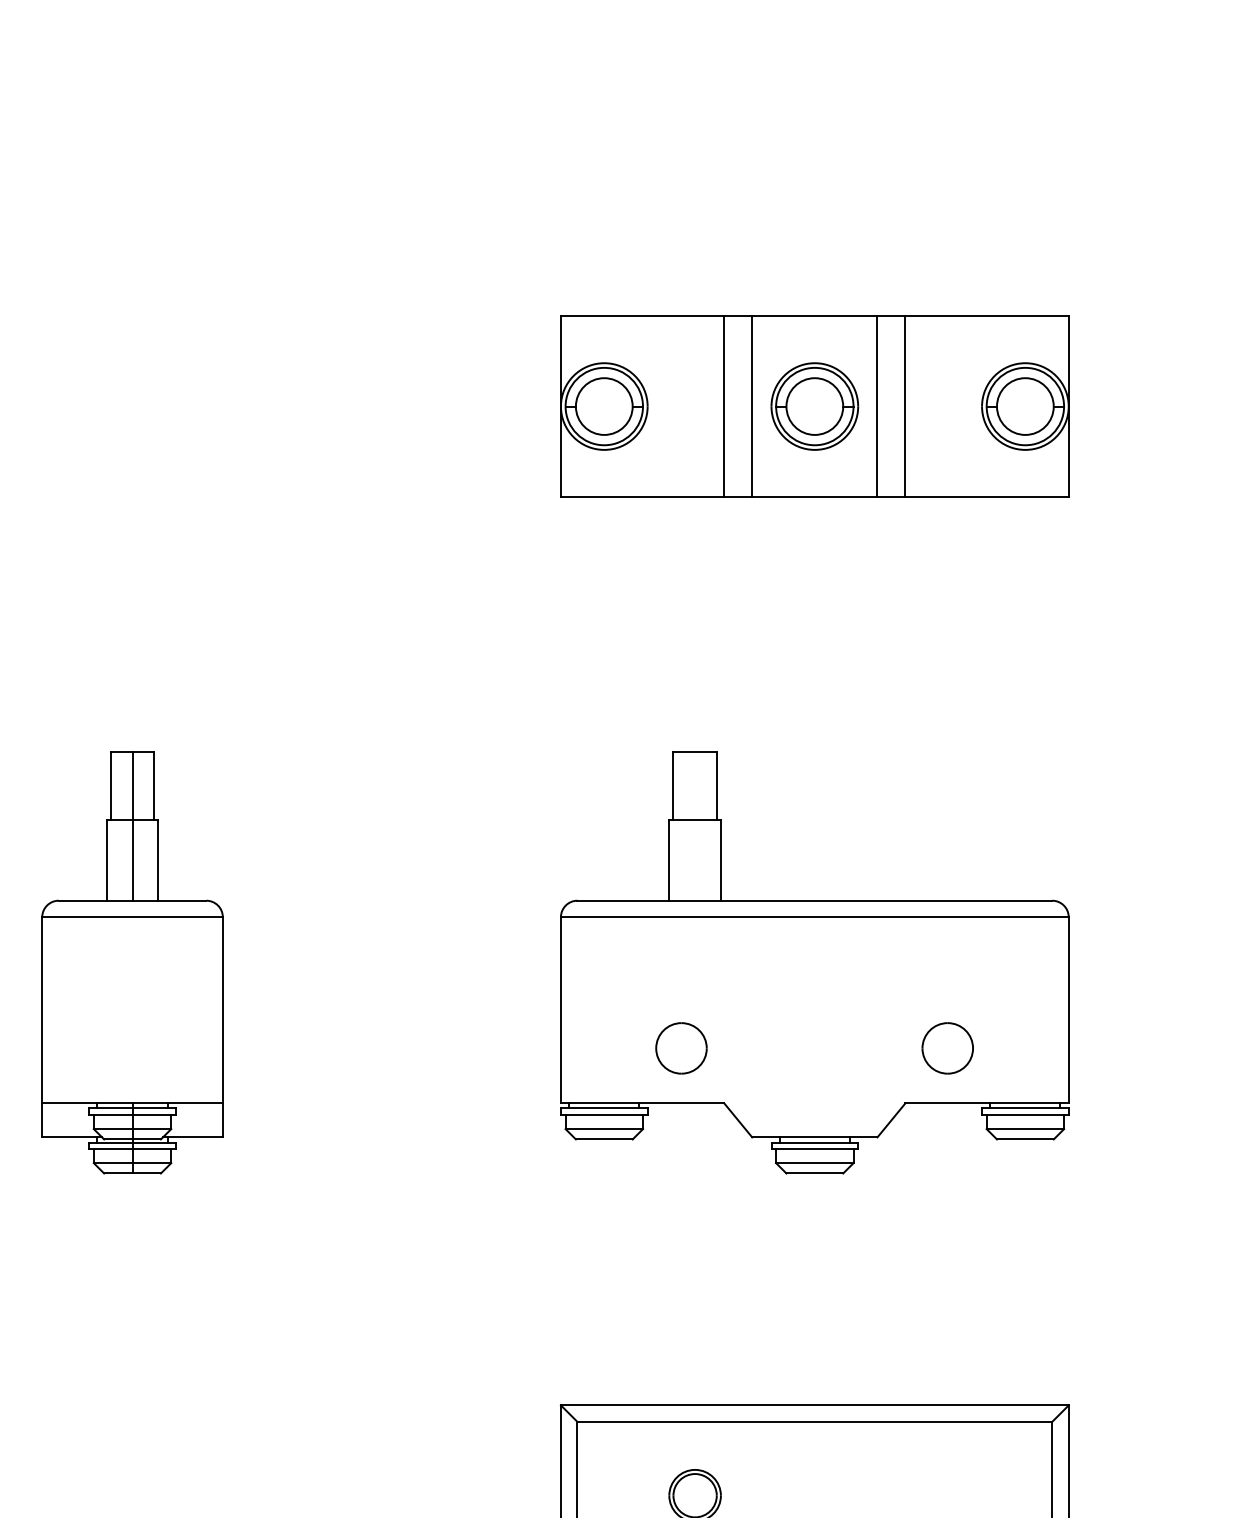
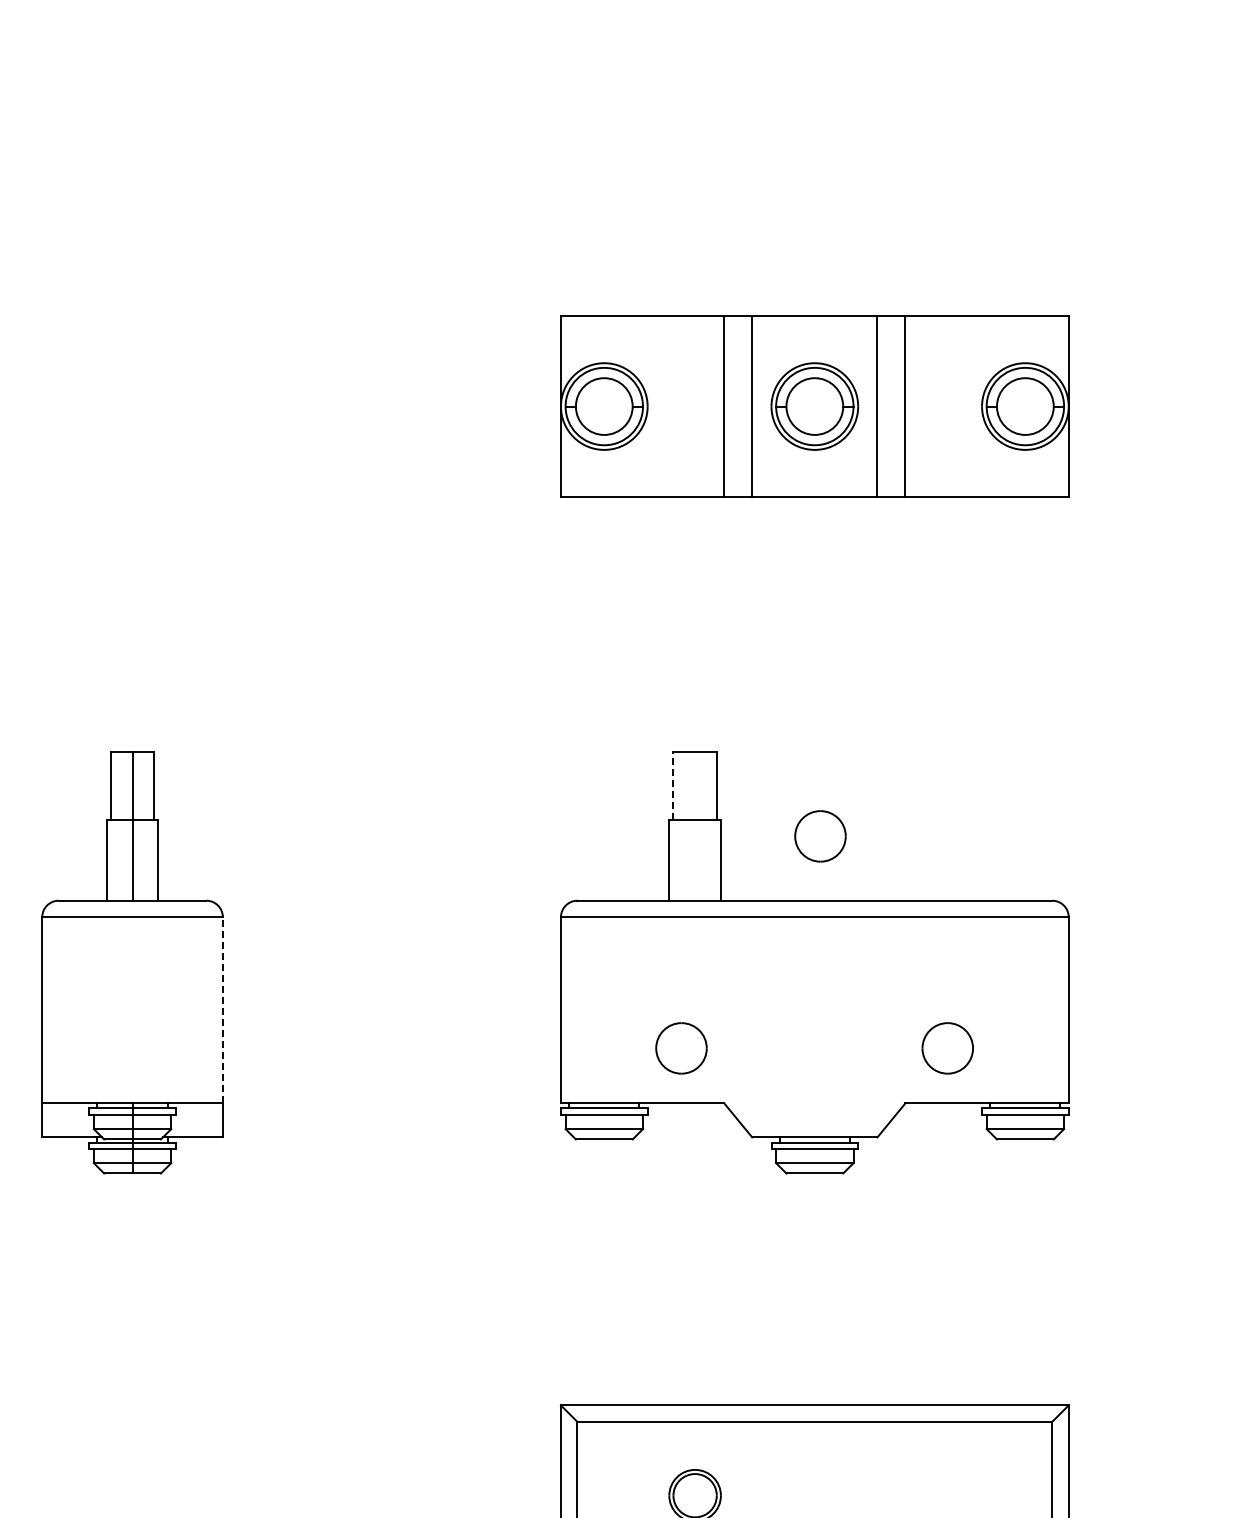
line at (673, 785): solid -> dashed
part at (820, 836): none -> present
line at (222, 1009): solid -> dashed
